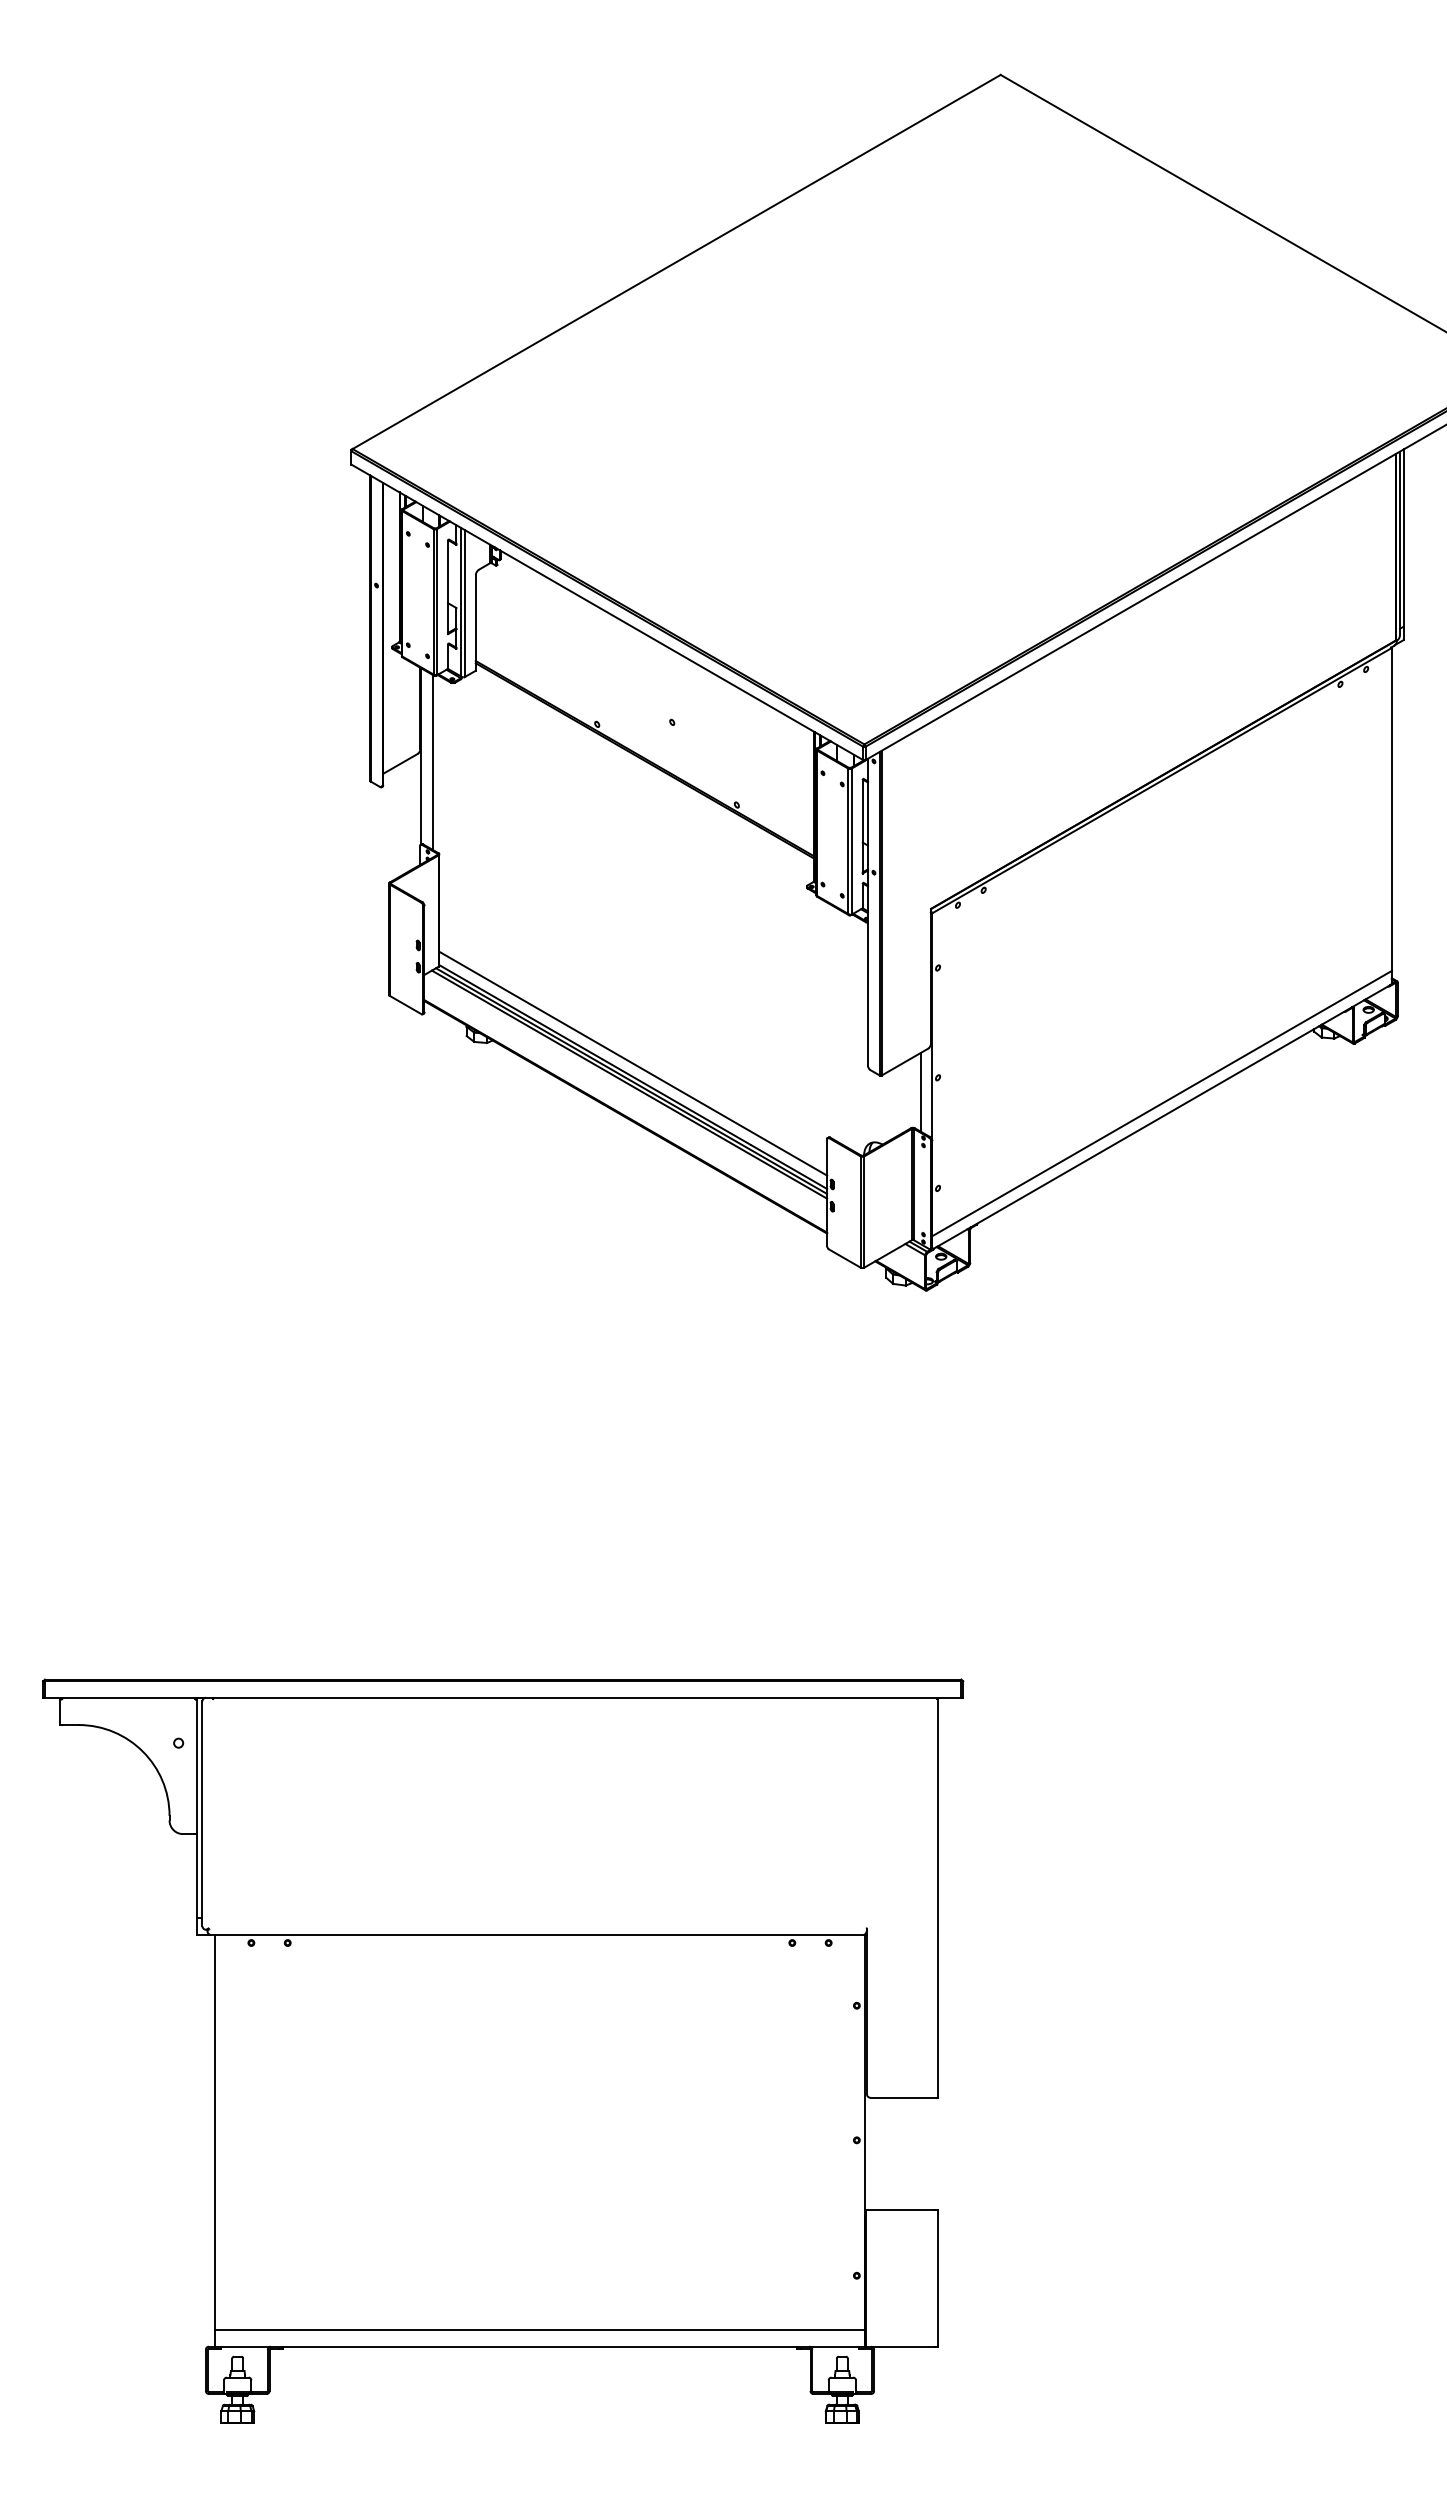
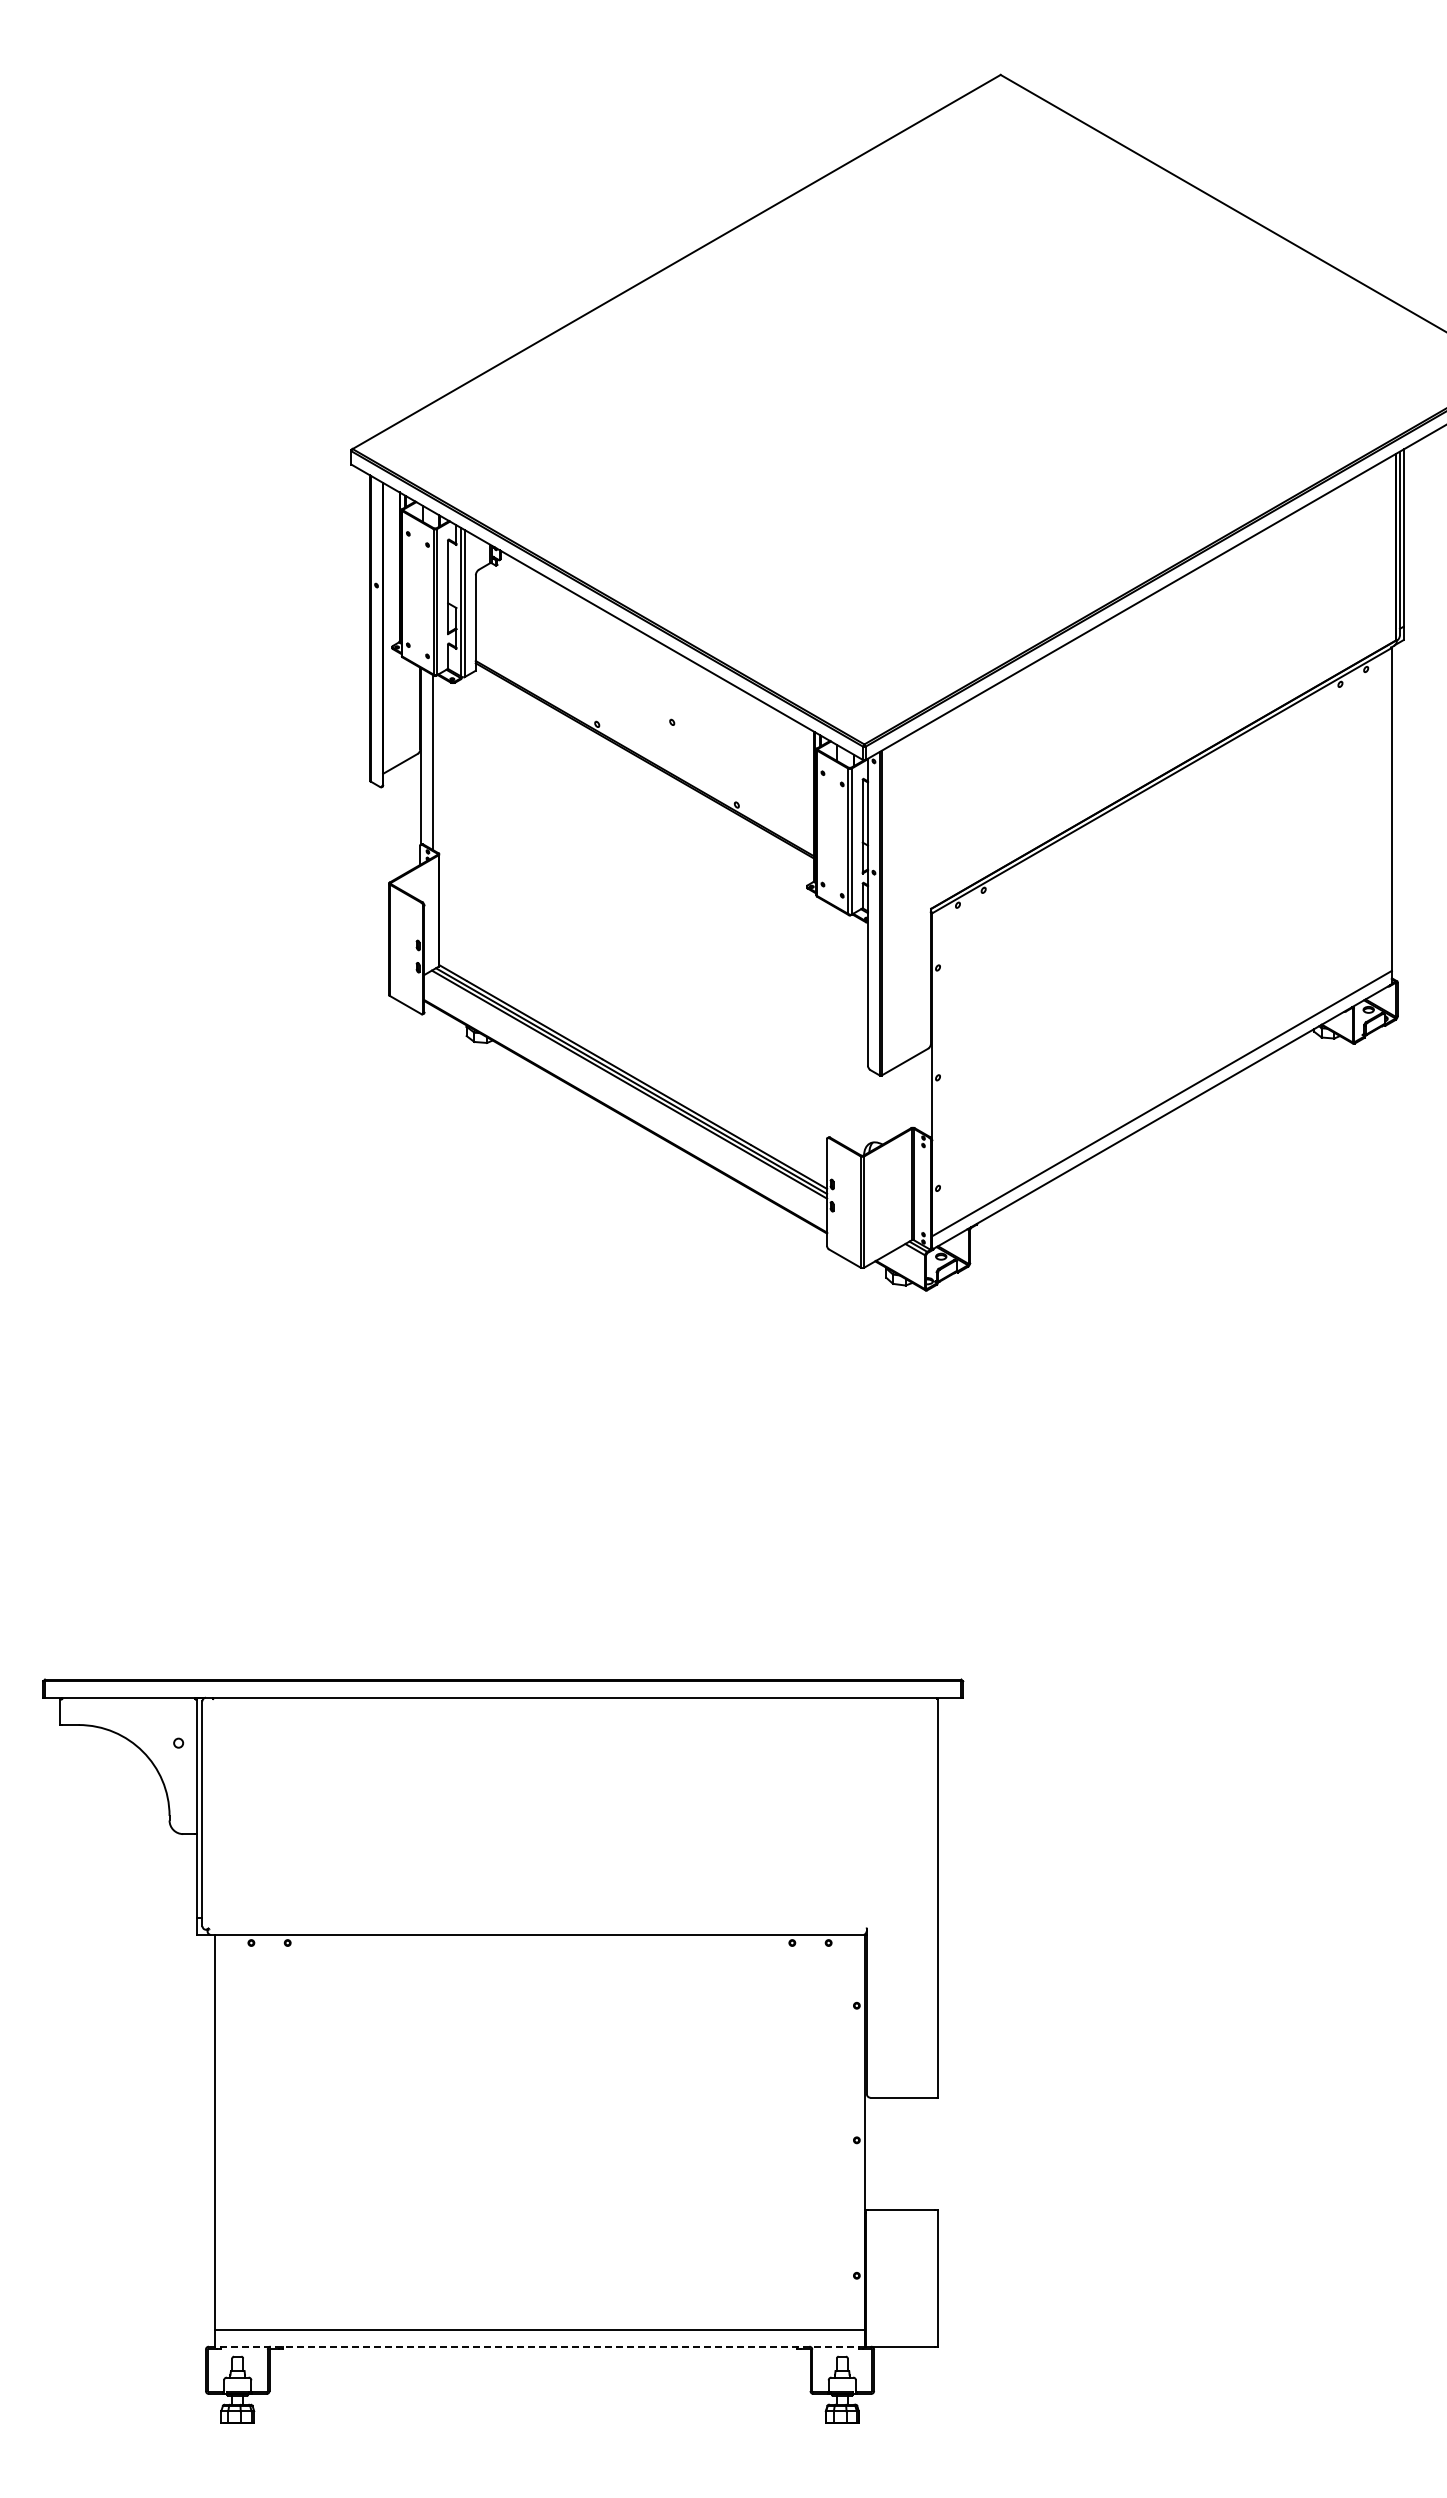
line at (633, 1063): present -> none
line at (920, 1092): present -> none
line at (539, 2346): solid -> dashed
